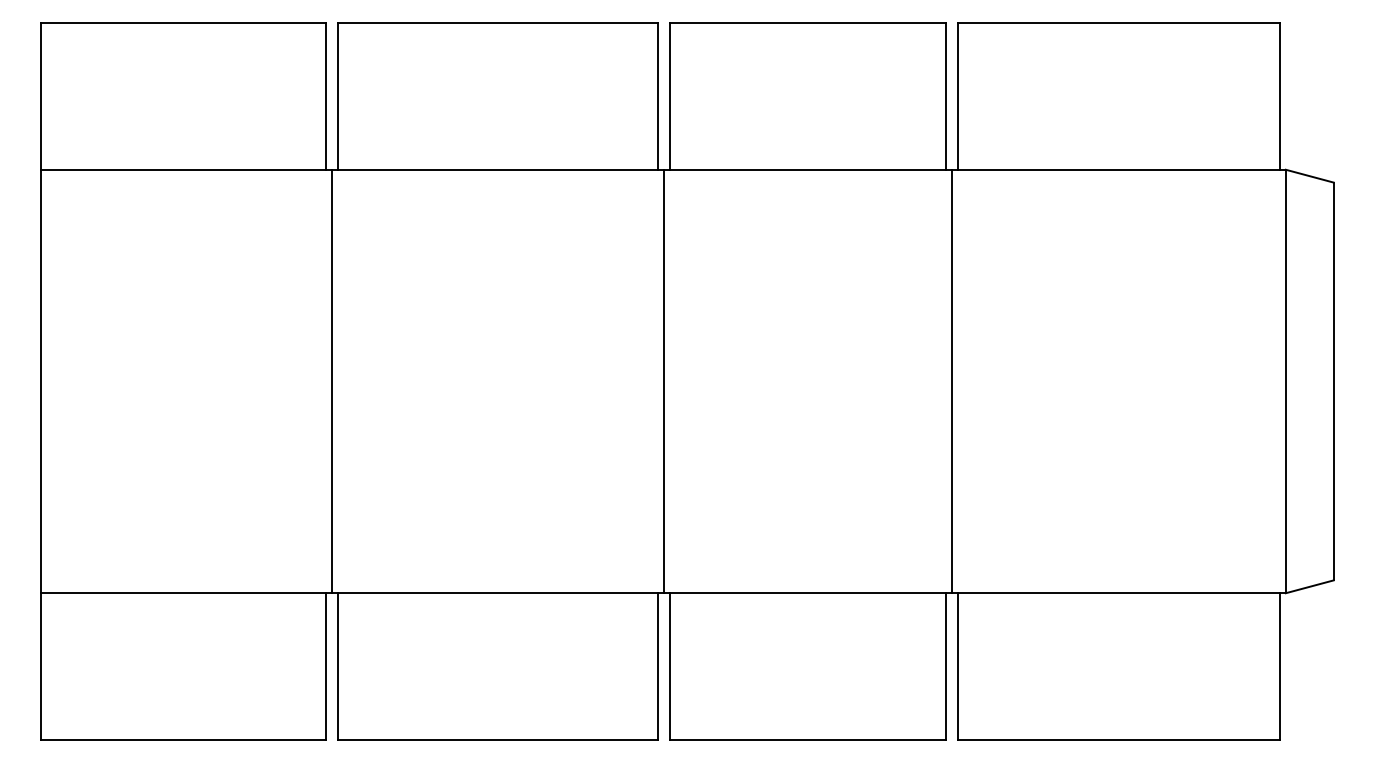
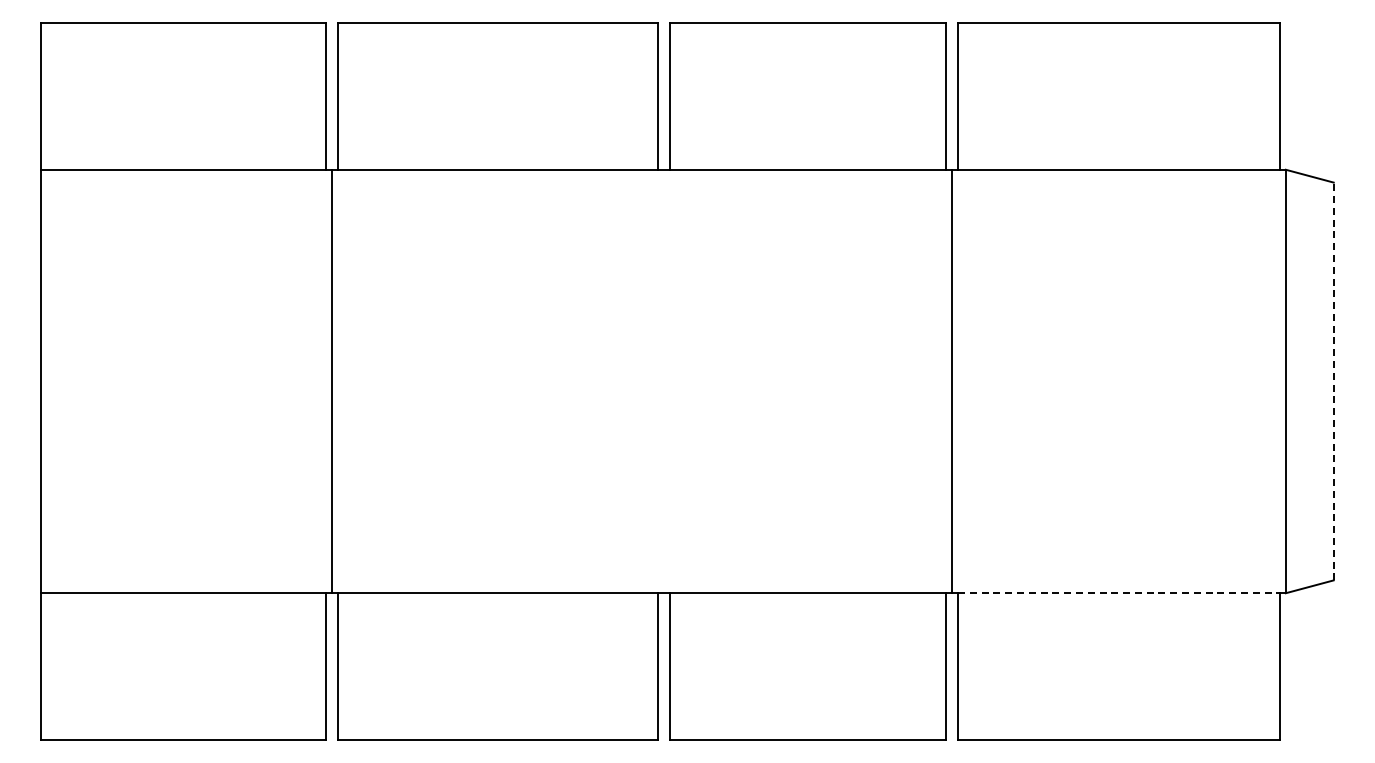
line at (663, 381): present -> none
line at (1333, 381): solid -> dashed
line at (1118, 593): solid -> dashed
